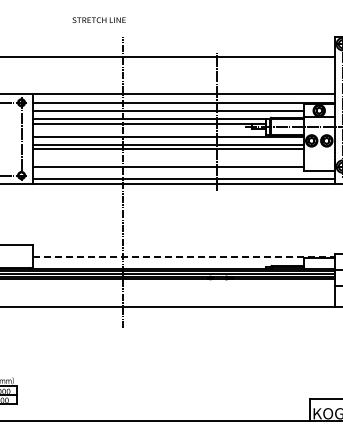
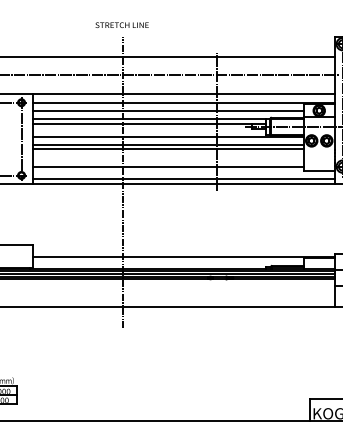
text at (98, 19) position: (98, 19) -> (121, 24)
line at (170, 75): none -> present
line at (183, 257): dashed -> solid
